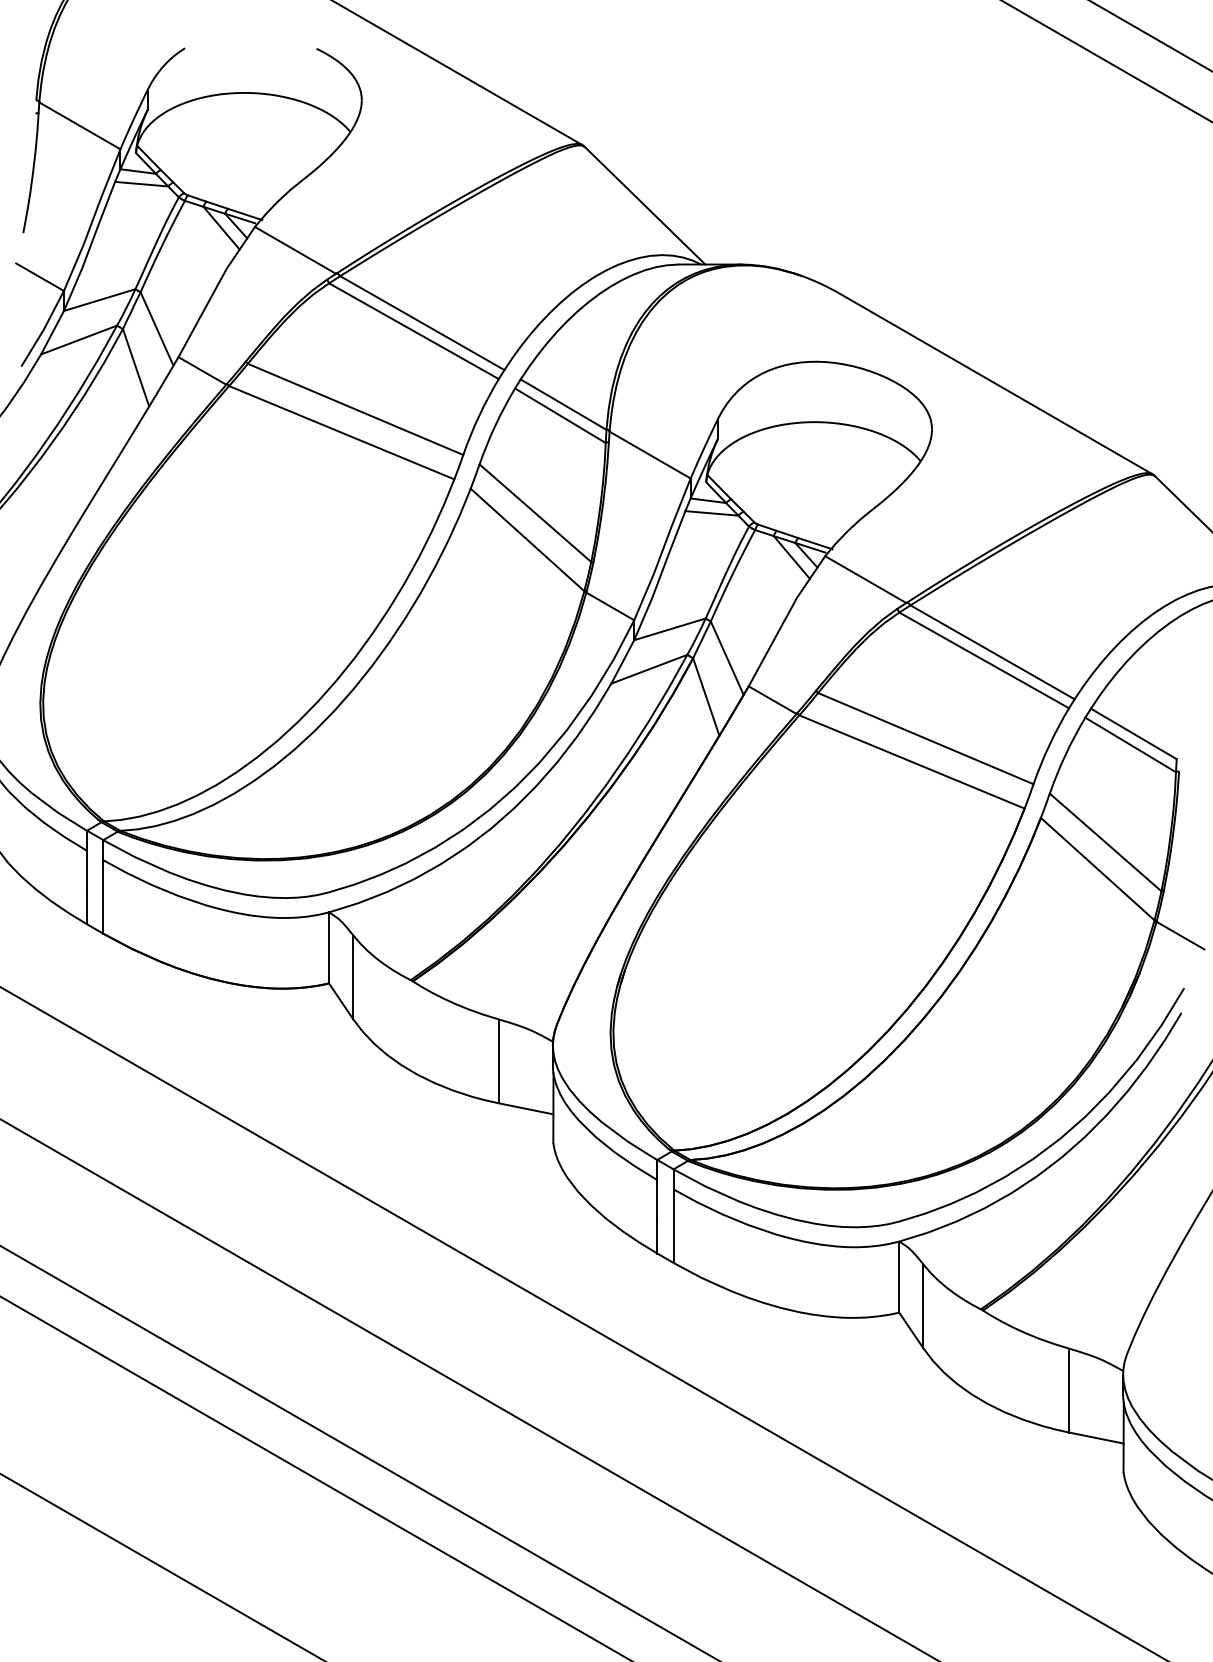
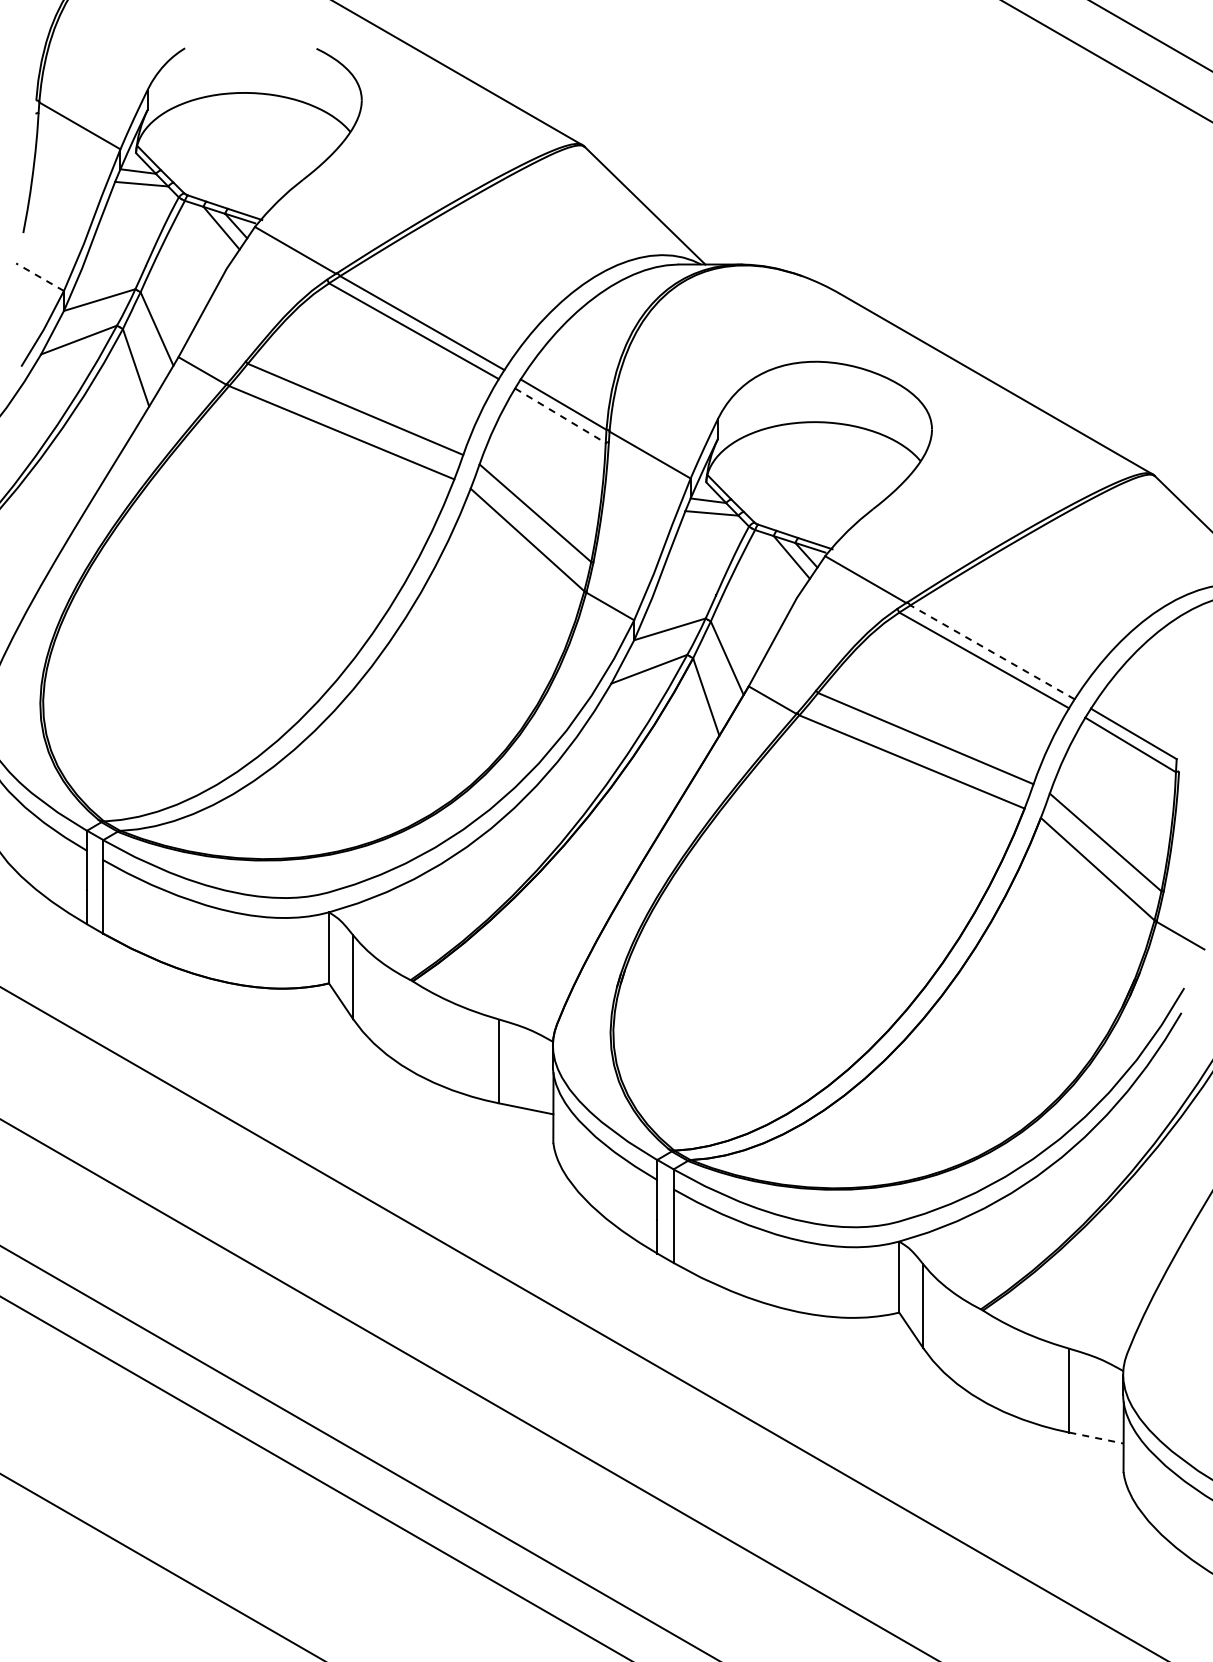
line at (40, 277): solid -> dashed
line at (560, 415): solid -> dashed
line at (992, 652): solid -> dashed
line at (1096, 1438): solid -> dashed
